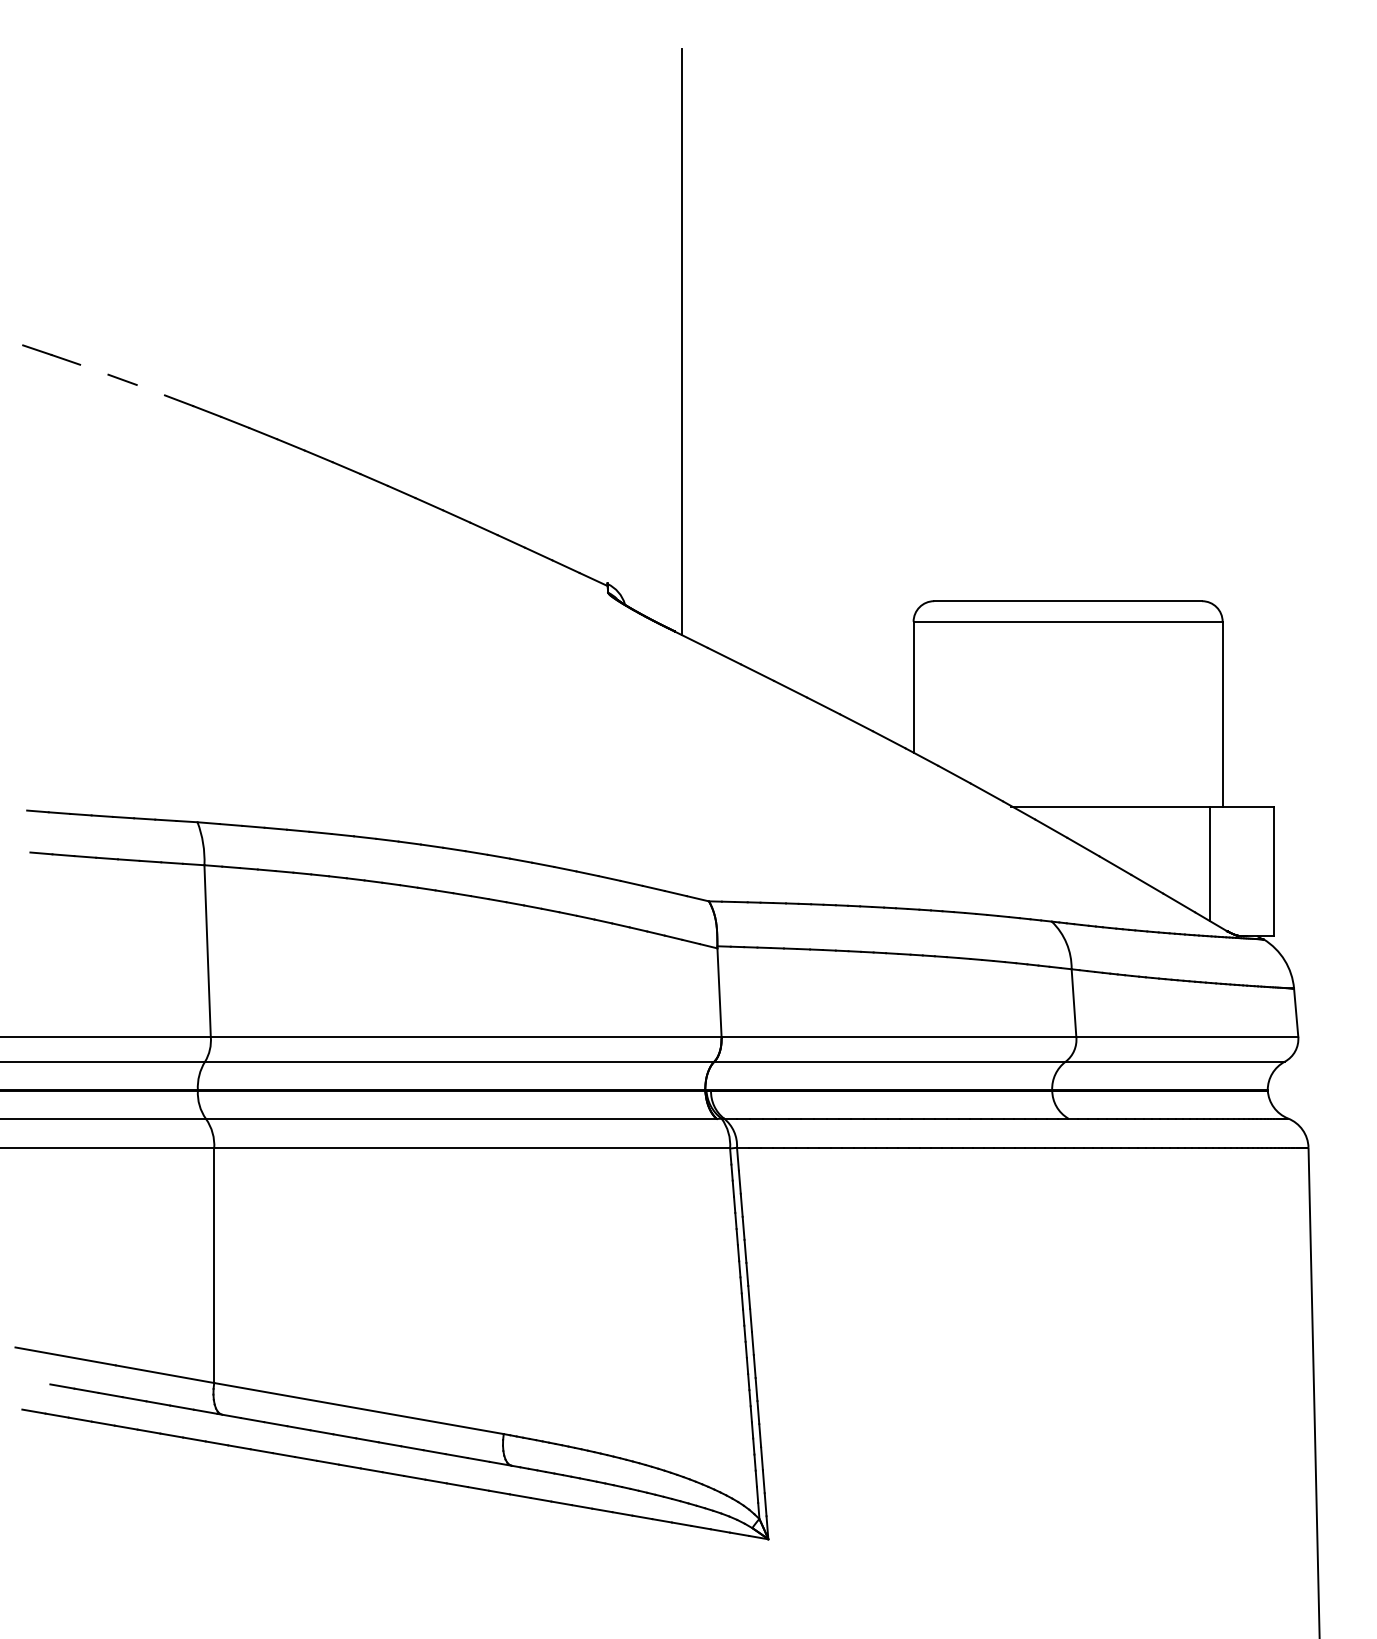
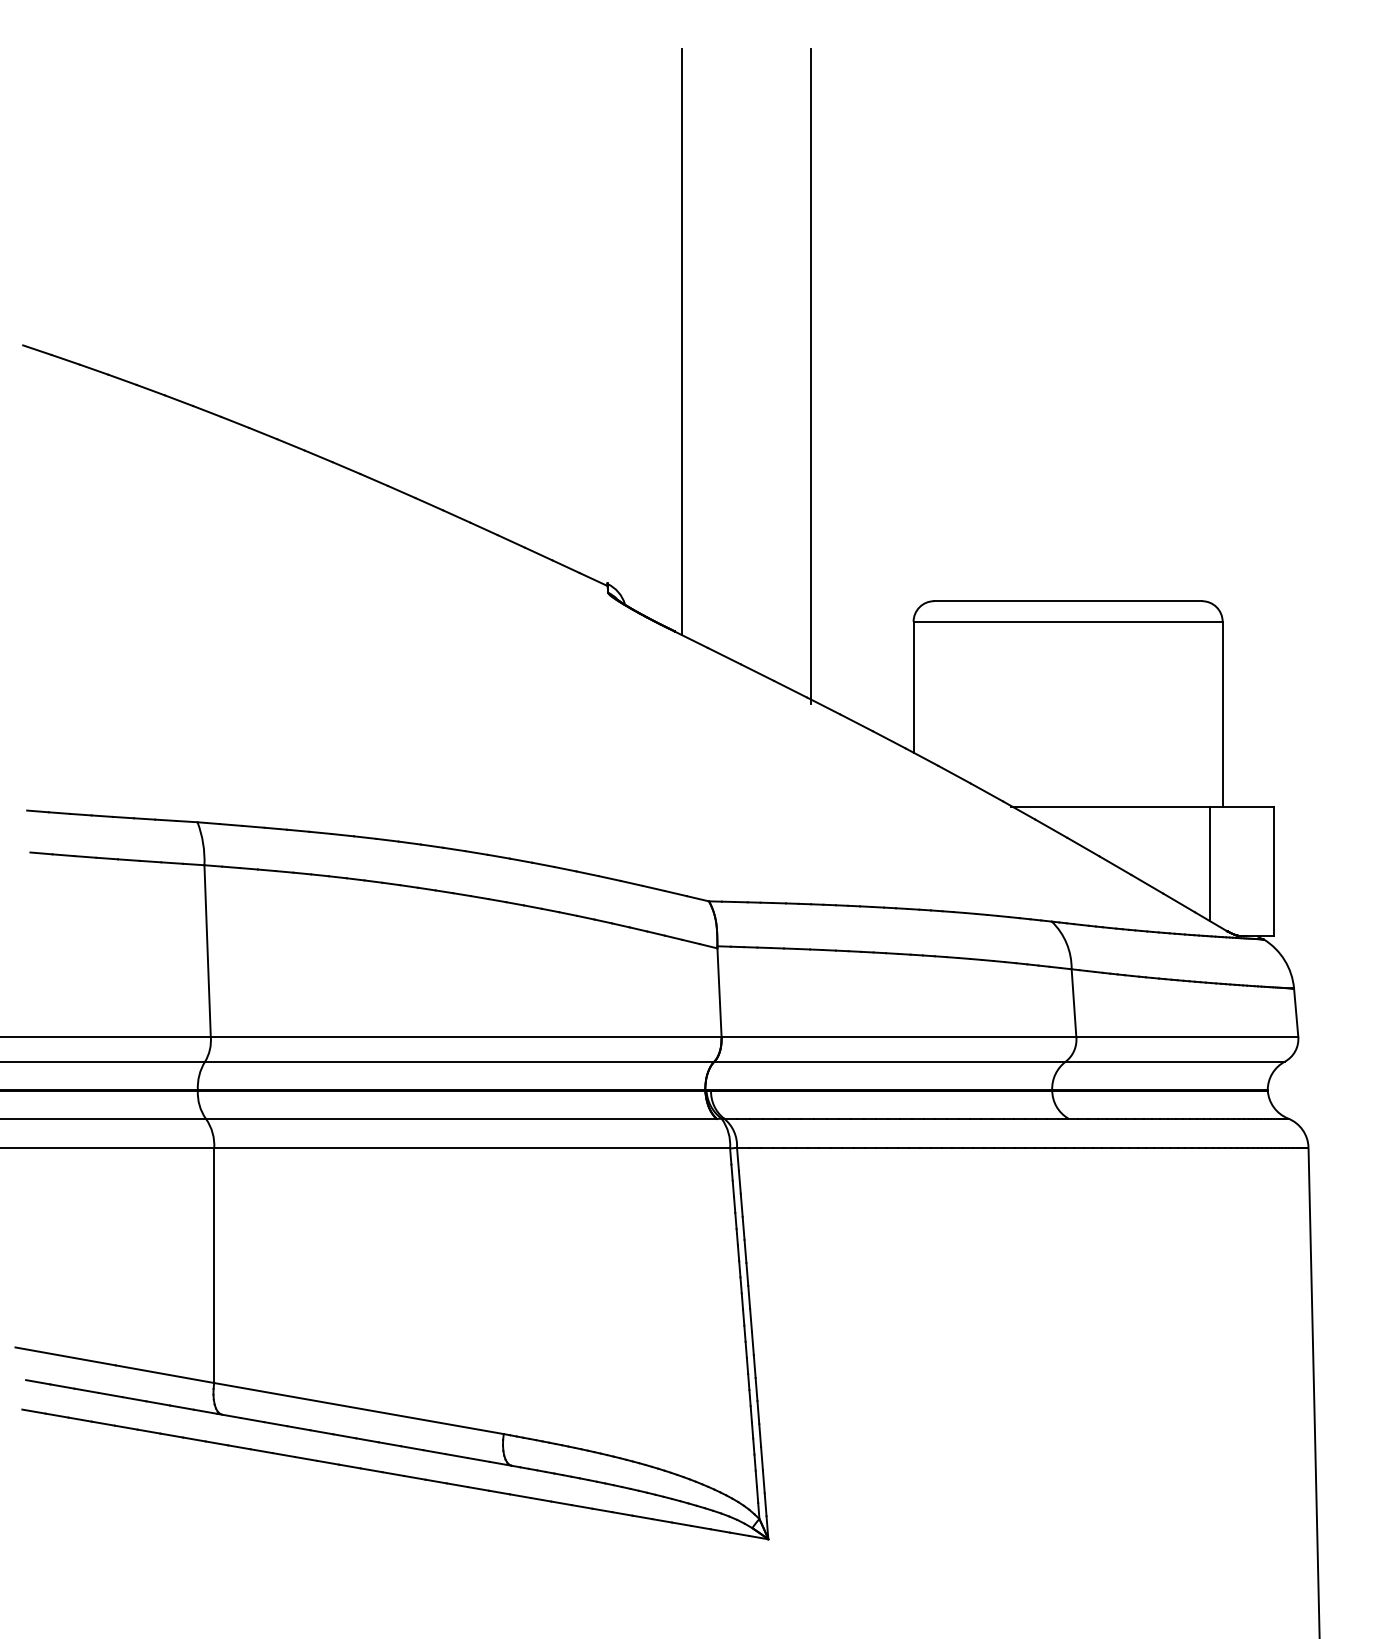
line at (94, 369): none -> present
line at (810, 376): none -> present
line at (150, 389): none -> present
line at (38, 1382): none -> present
